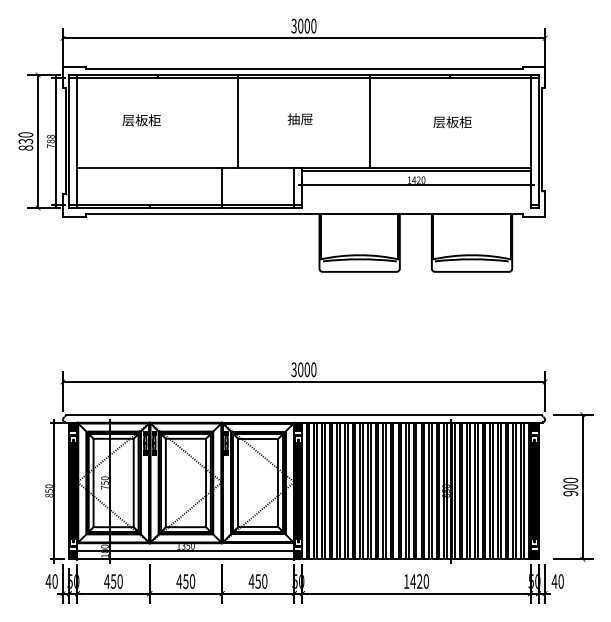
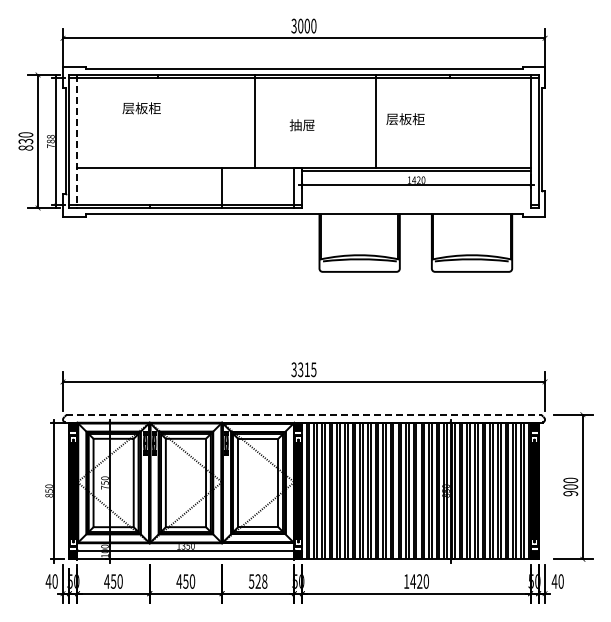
text at (299, 119) position: (299, 119) -> (301, 125)
text at (141, 120) position: (141, 120) -> (141, 108)
line at (238, 120) position: (238, 120) -> (255, 120)
line at (369, 120) position: (369, 120) -> (375, 120)
text at (452, 122) position: (452, 122) -> (405, 119)
line at (77, 141): solid -> dashed
text at (307, 369): 3000 -> 3315
line at (304, 414): solid -> dashed
text at (257, 581): 450 -> 528
